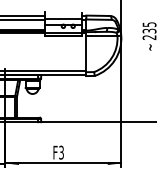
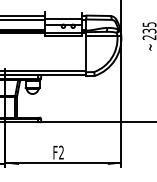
text at (61, 153): F3 -> F2
